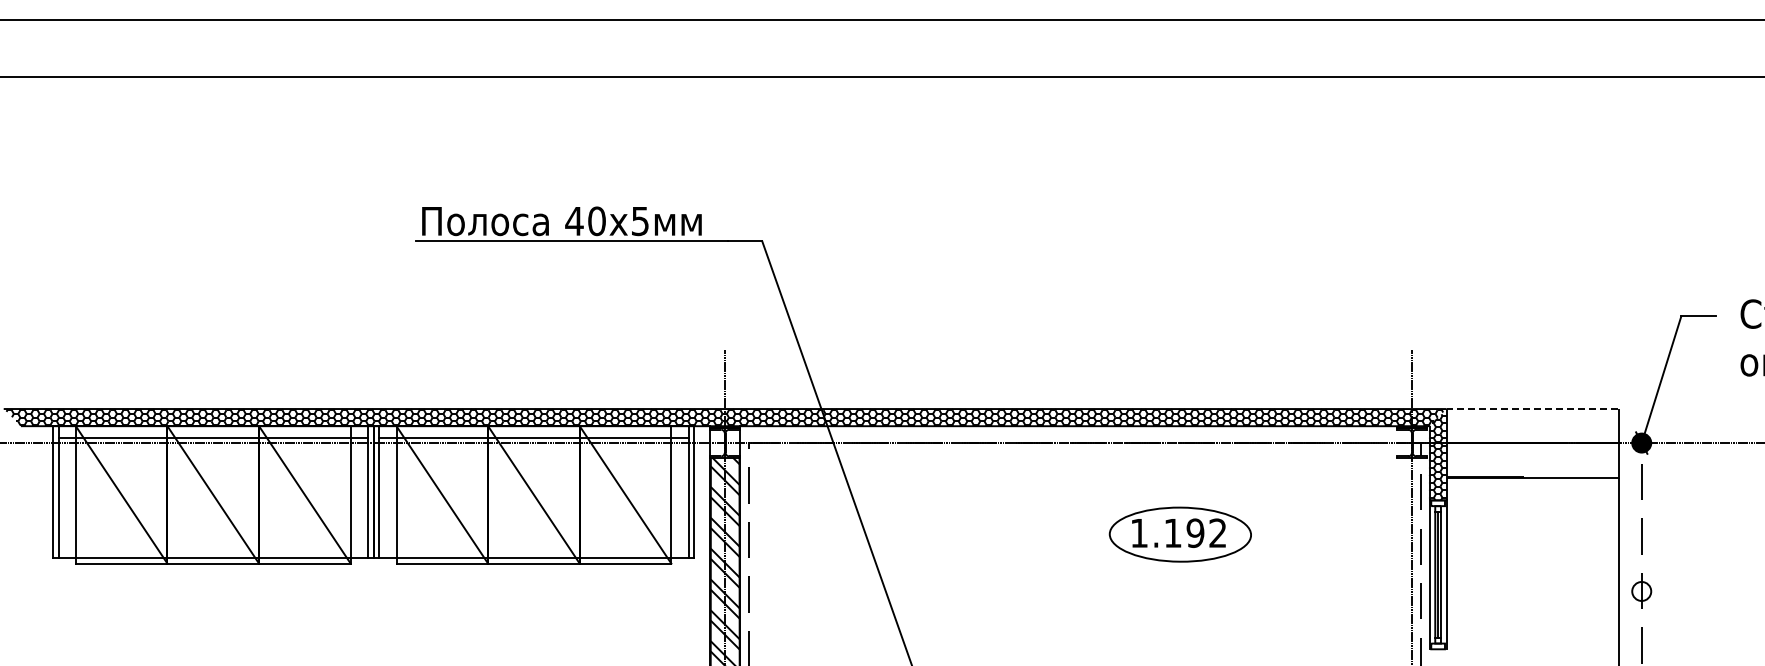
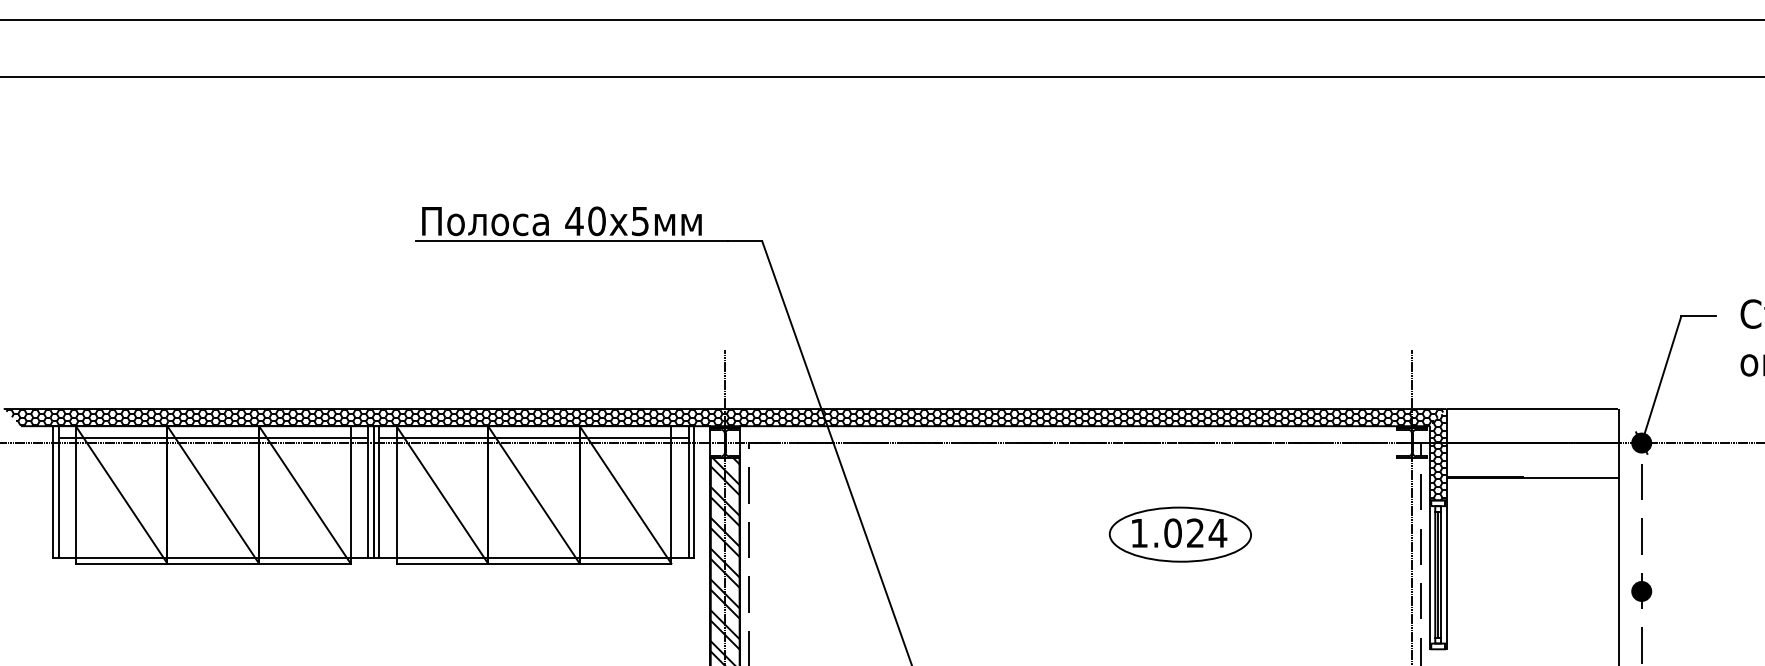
line at (1532, 408): dashed -> solid
text at (1195, 533): 1.192 -> 1.024
fill at (1641, 590): none -> present
